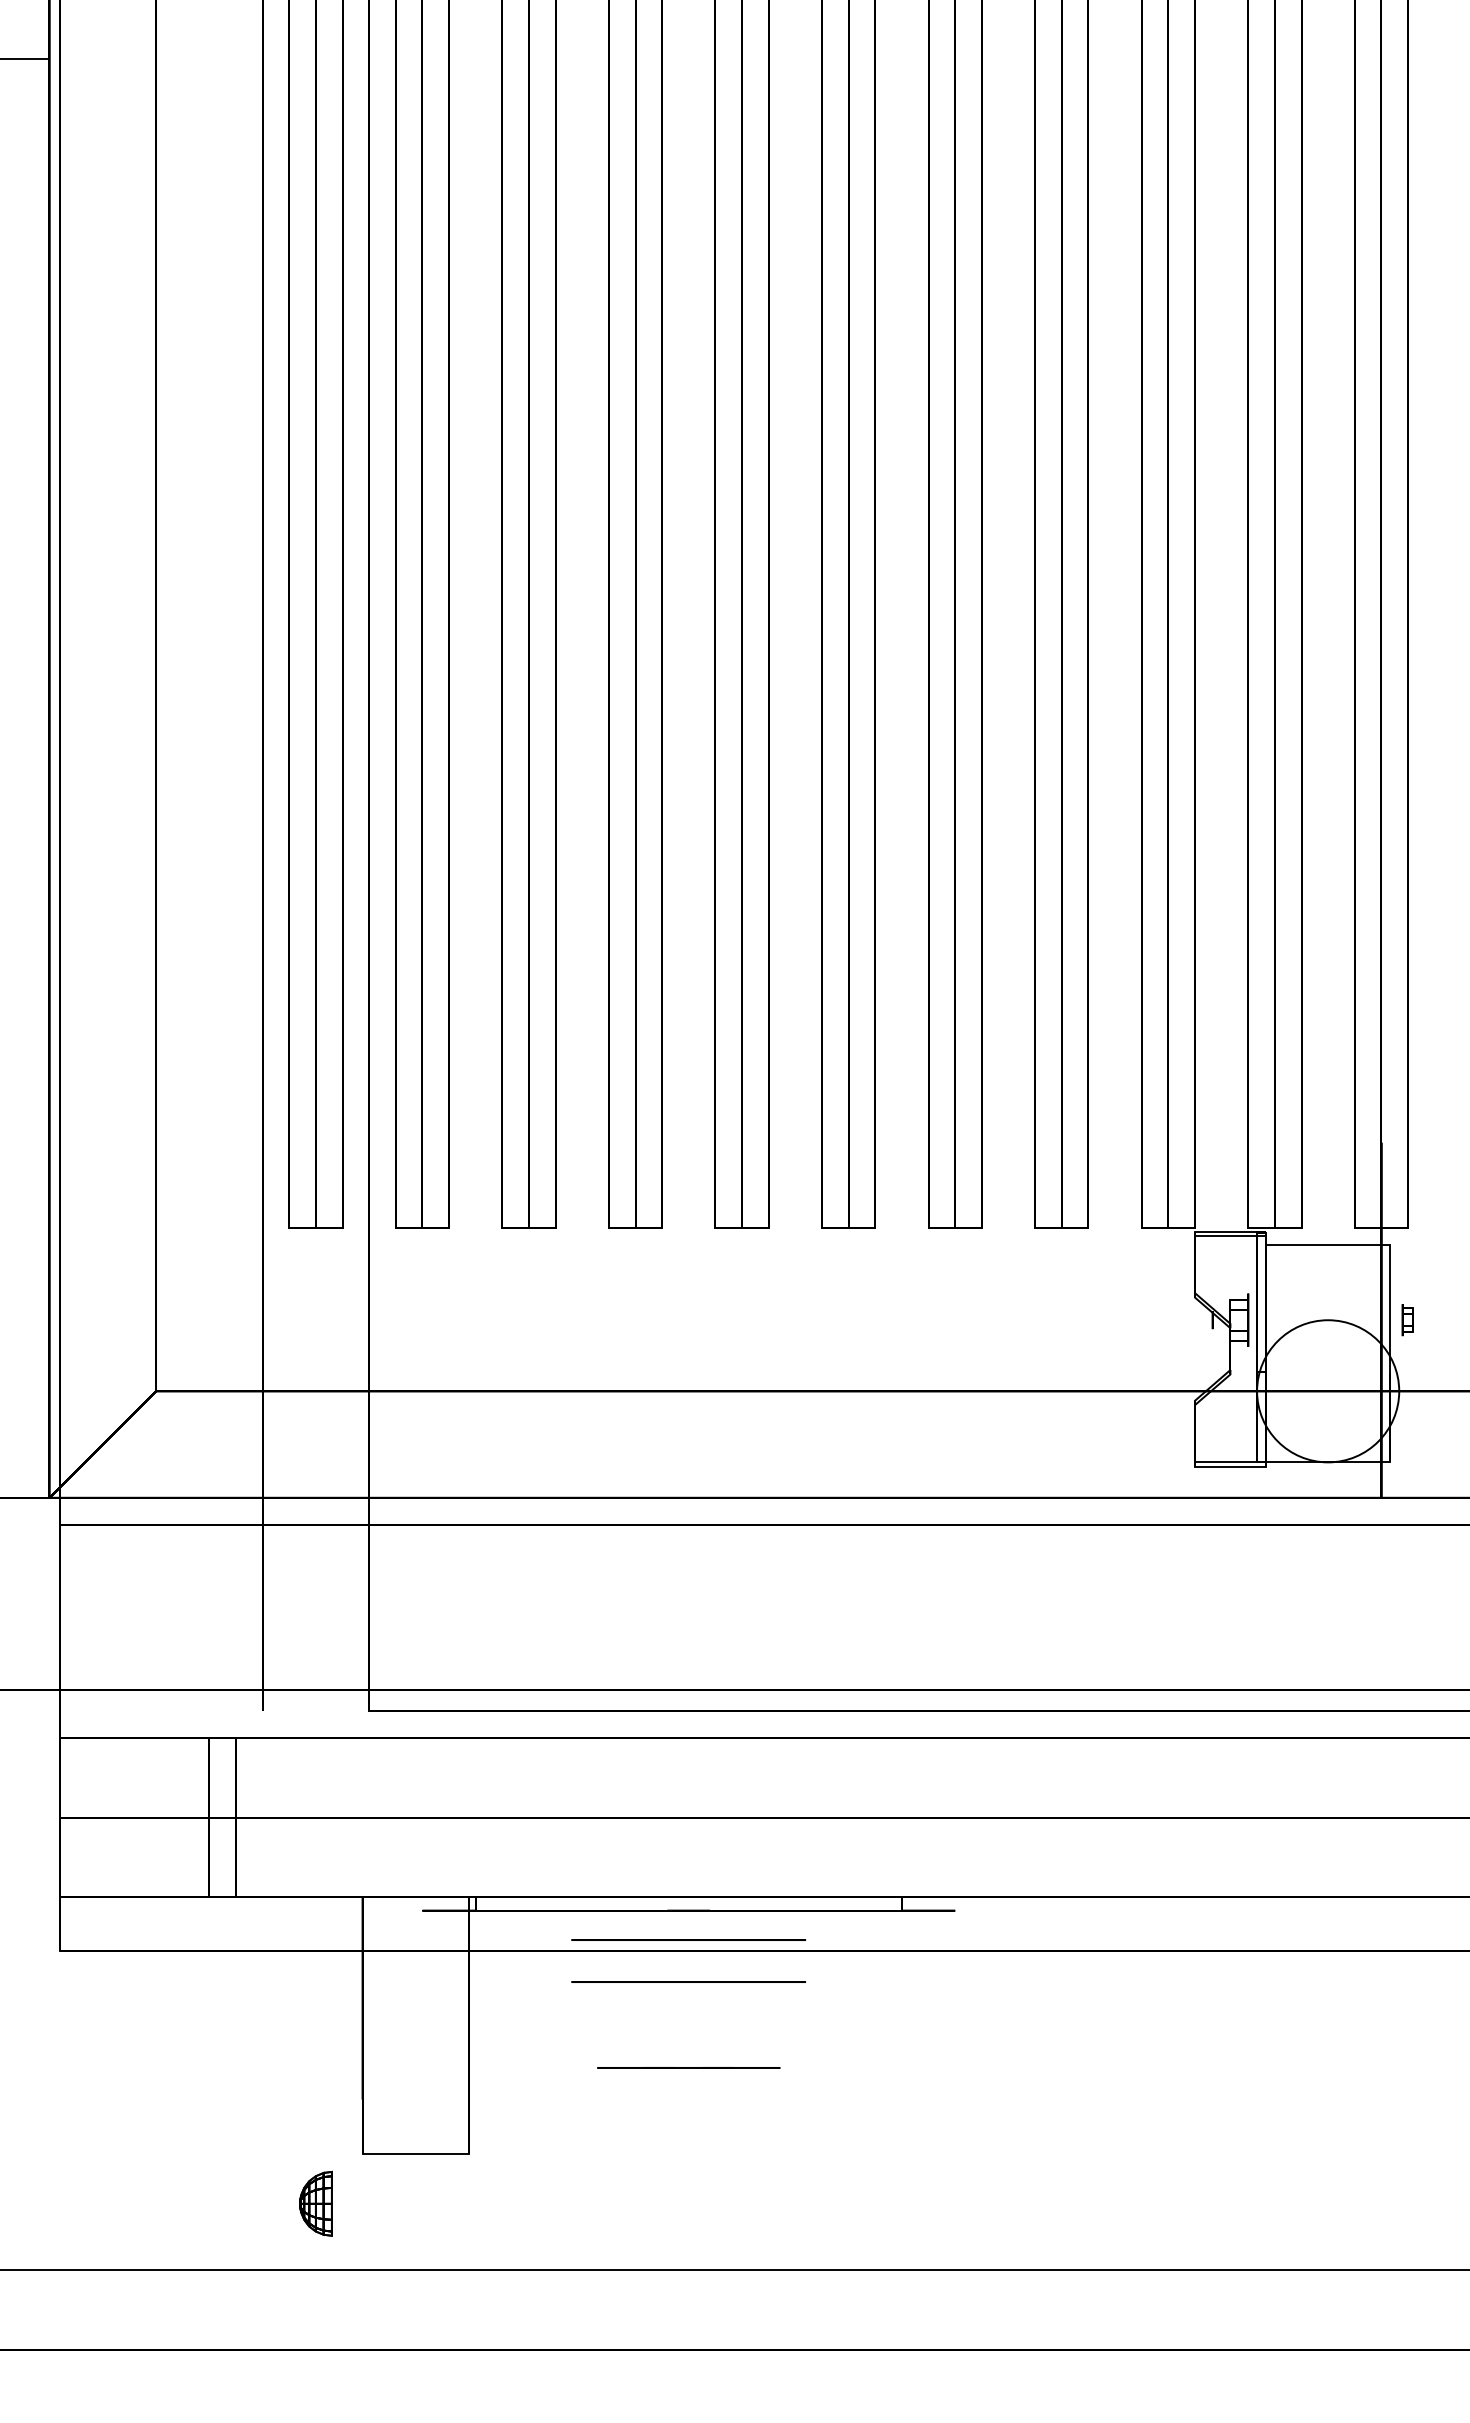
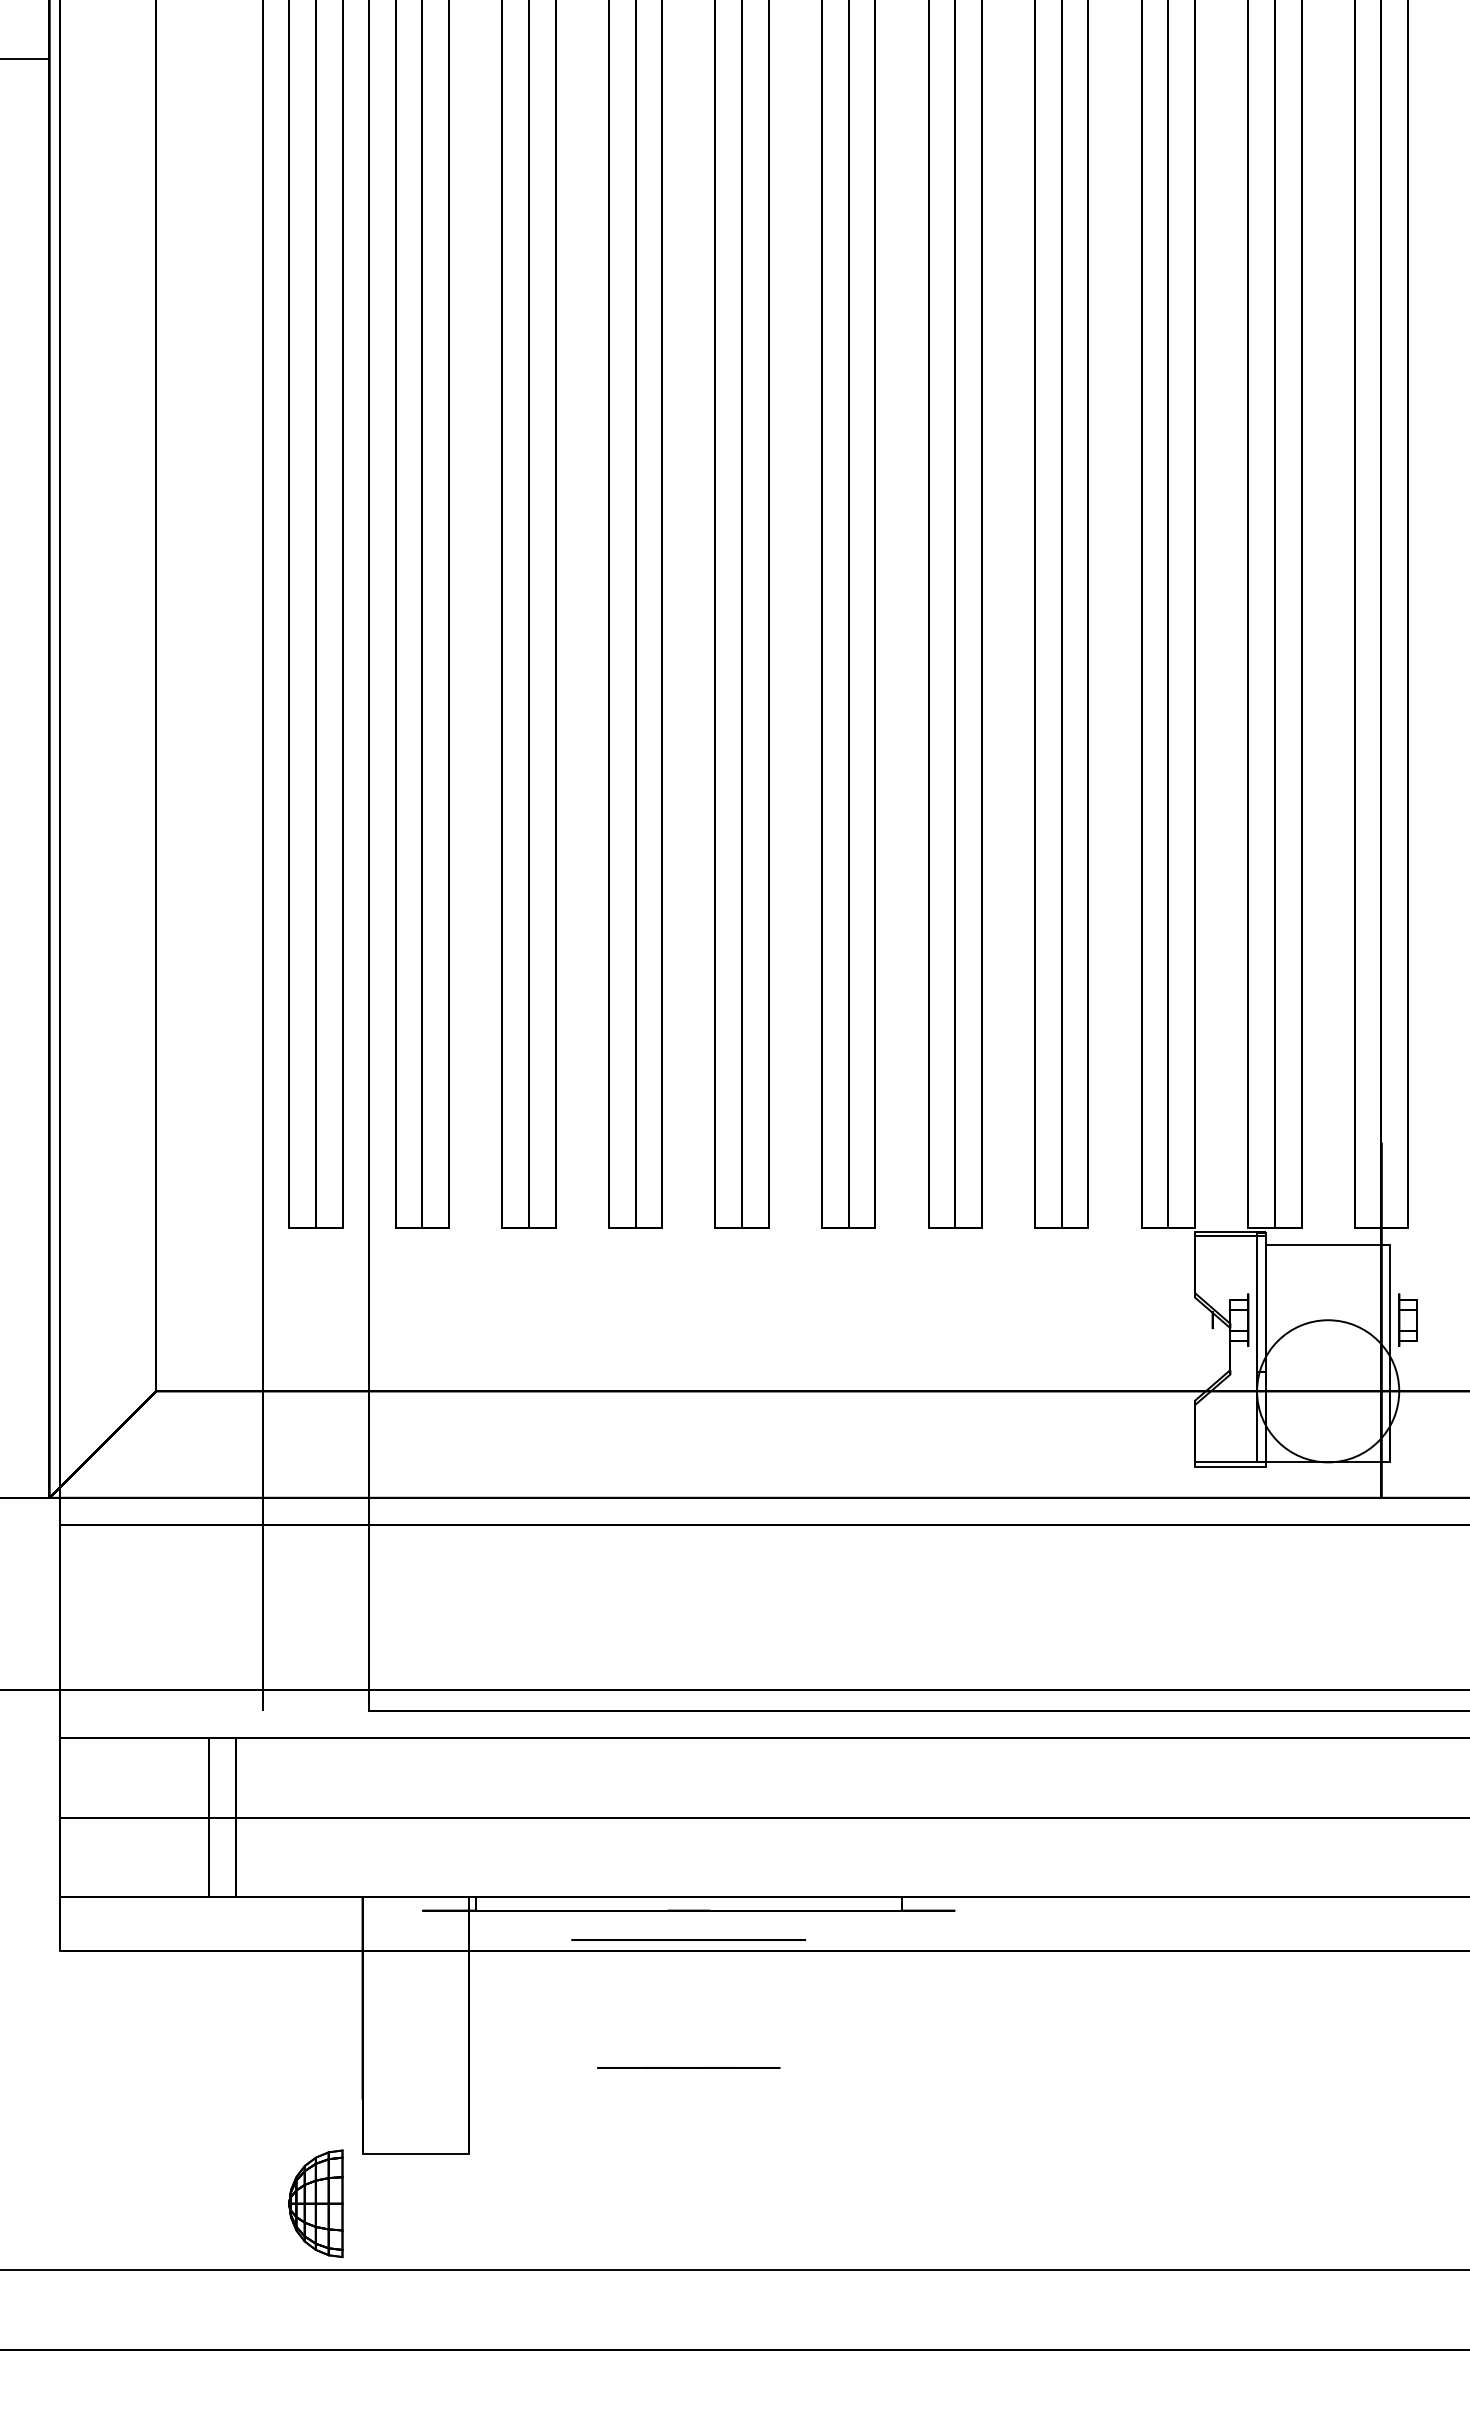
part at (1407, 1320) size: 13x33 px -> 20x54 px
circle at (688, 1981): present -> none
part at (315, 2203) size: 34x67 px -> 56x110 px
